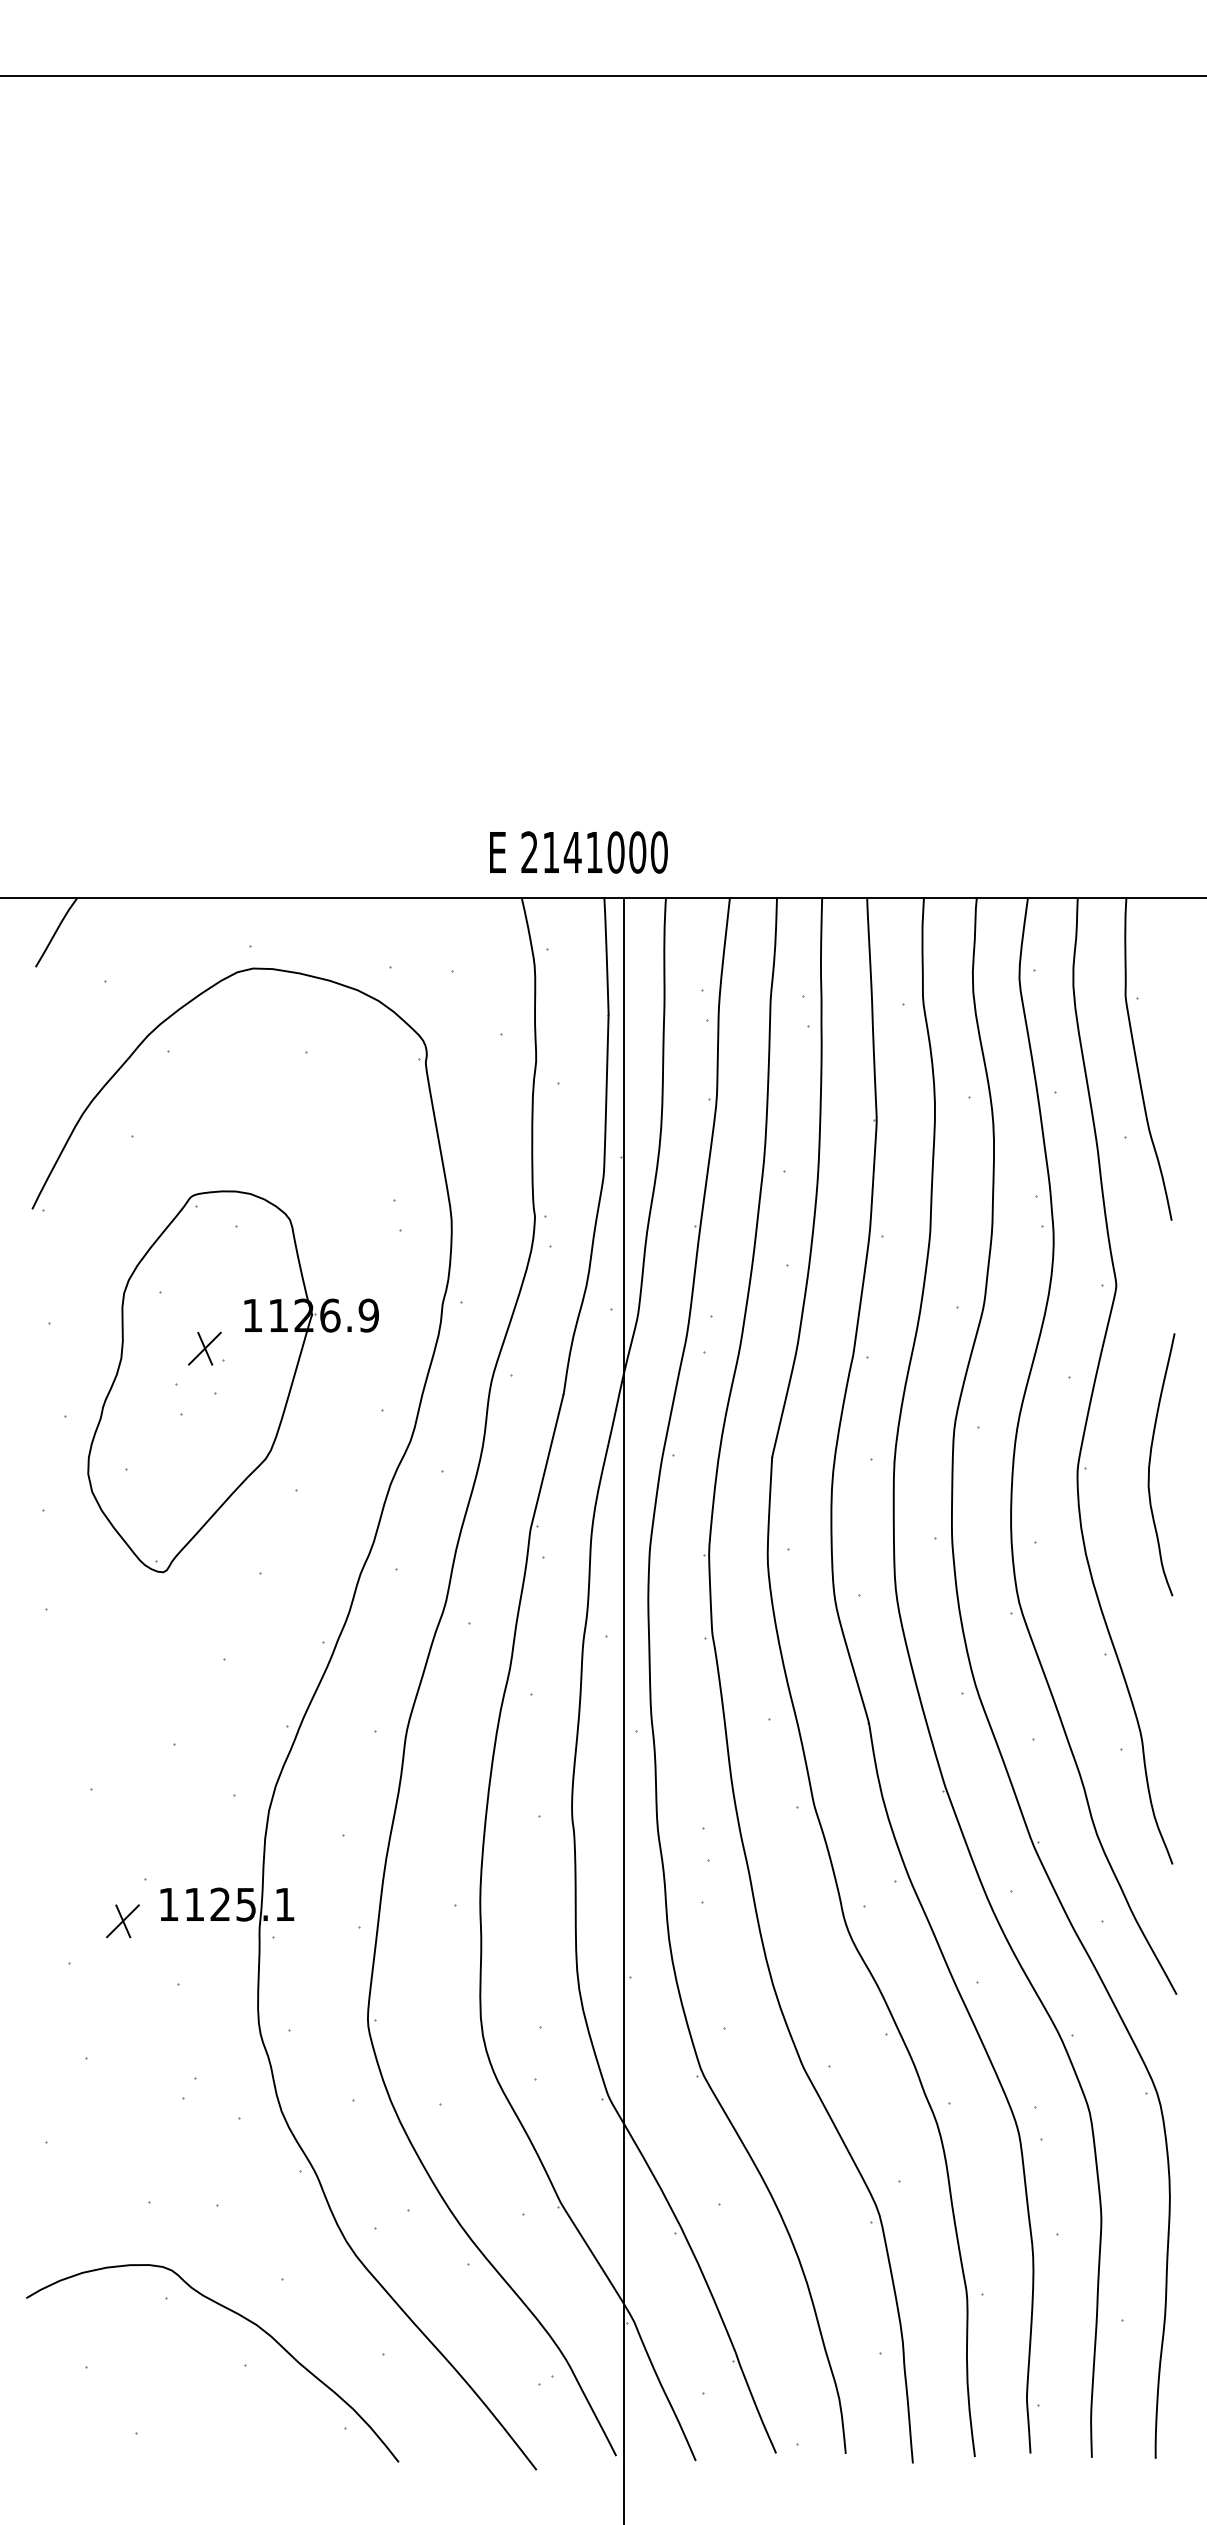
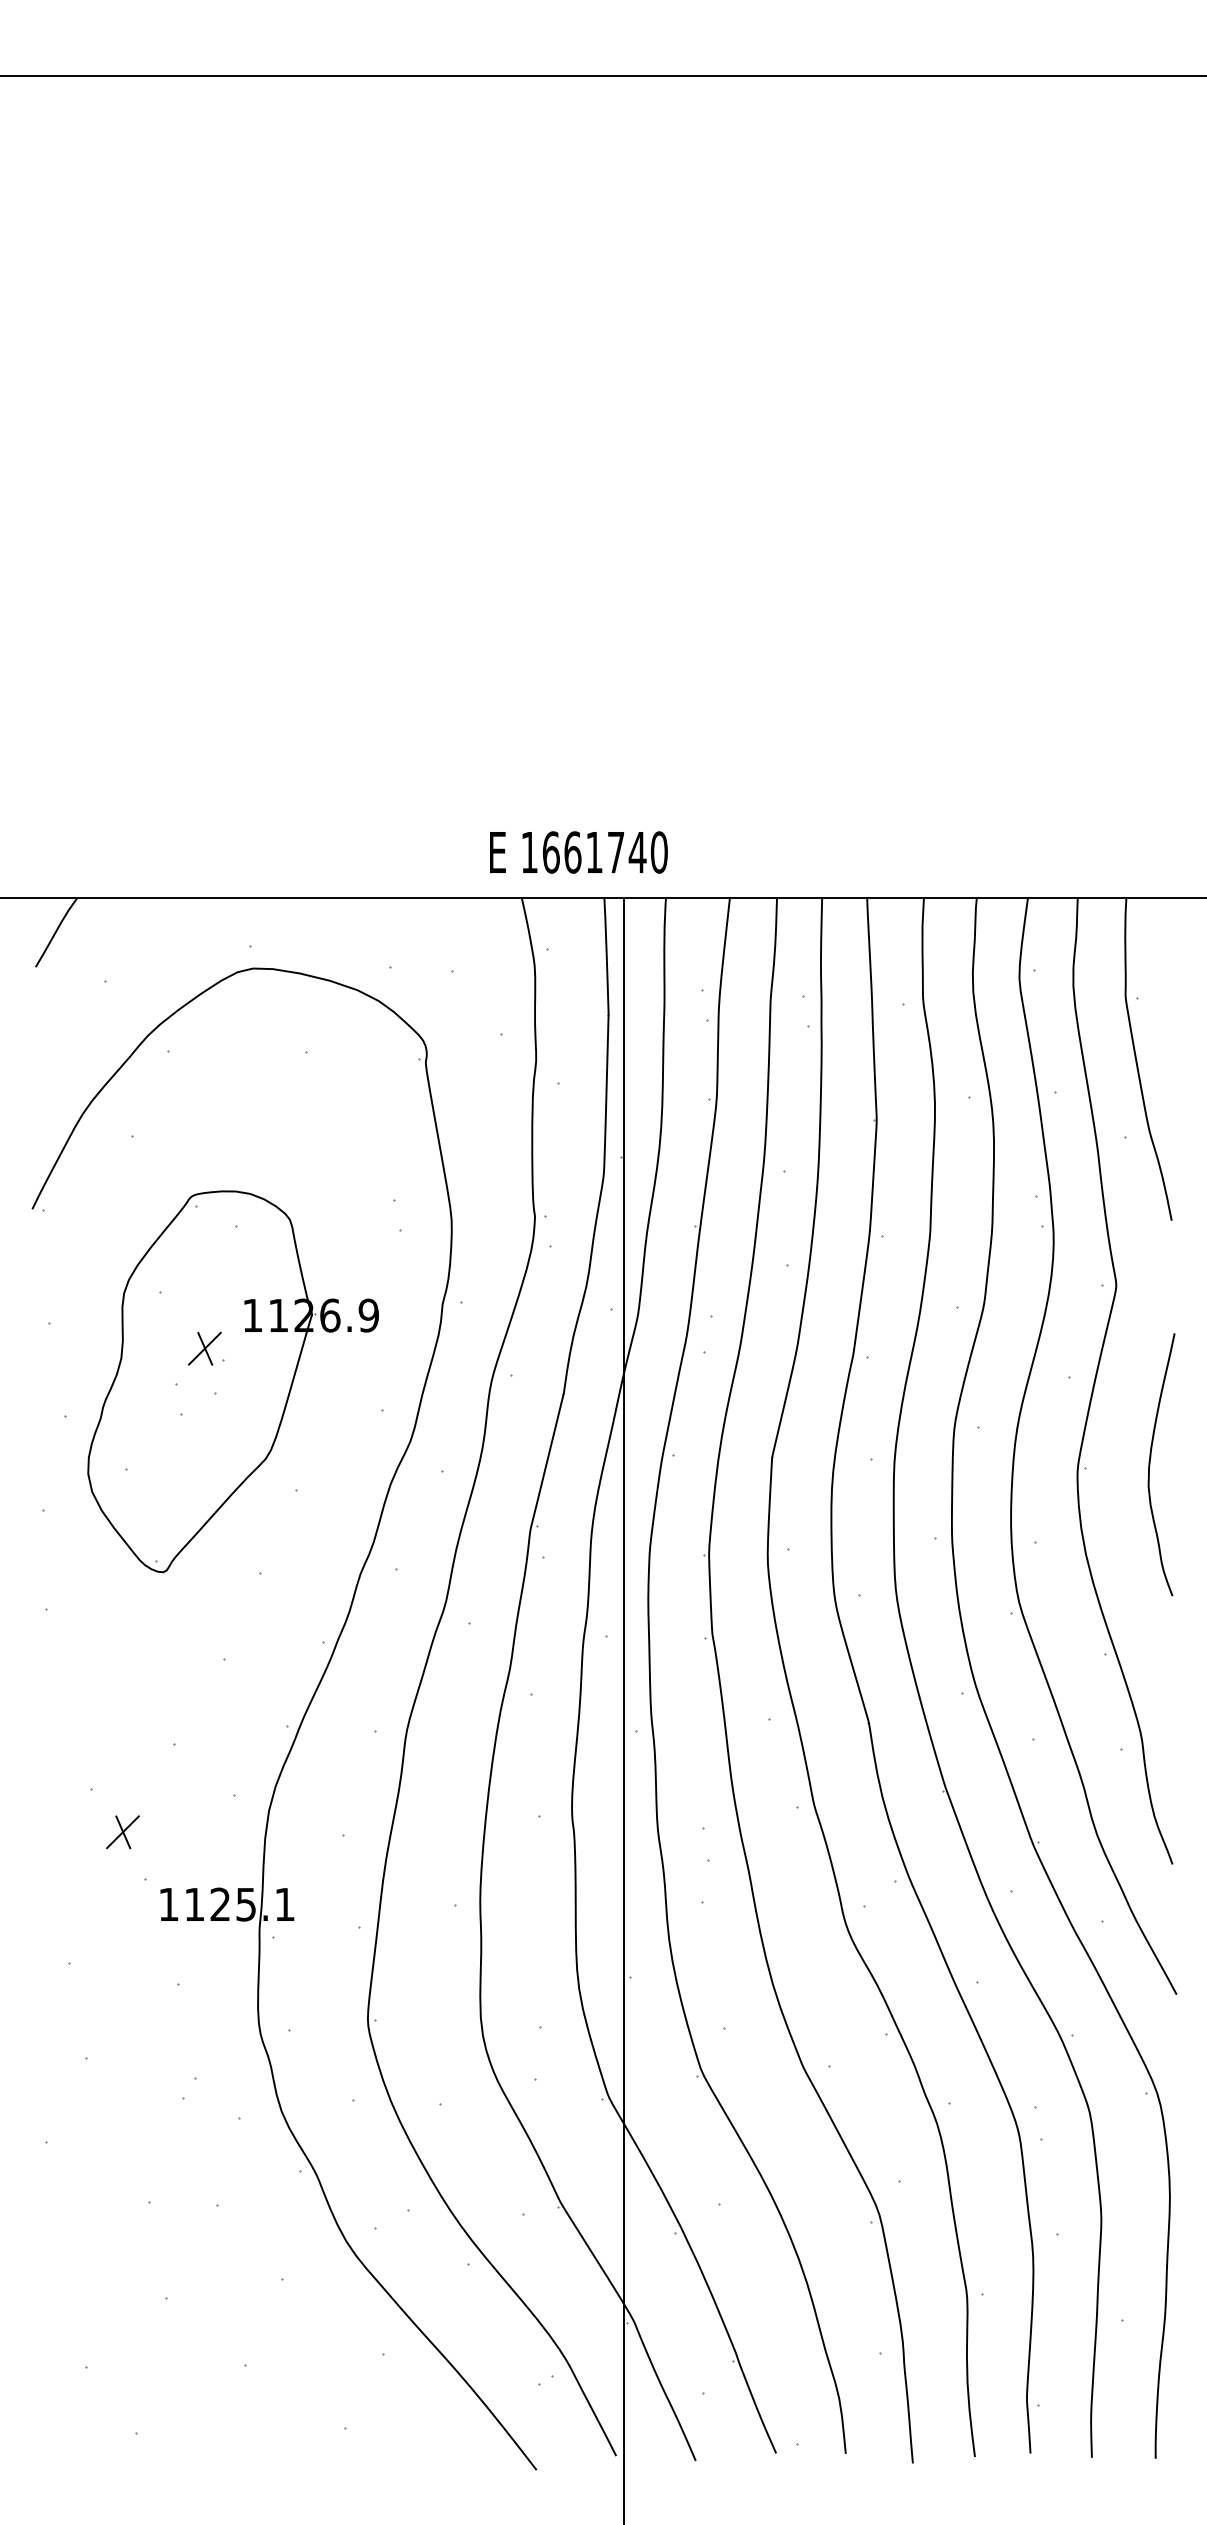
text at (583, 852): 2141000 -> 1661740
part at (122, 1921) position: (122, 1921) -> (122, 1832)
curve at (241, 2317): present -> none
